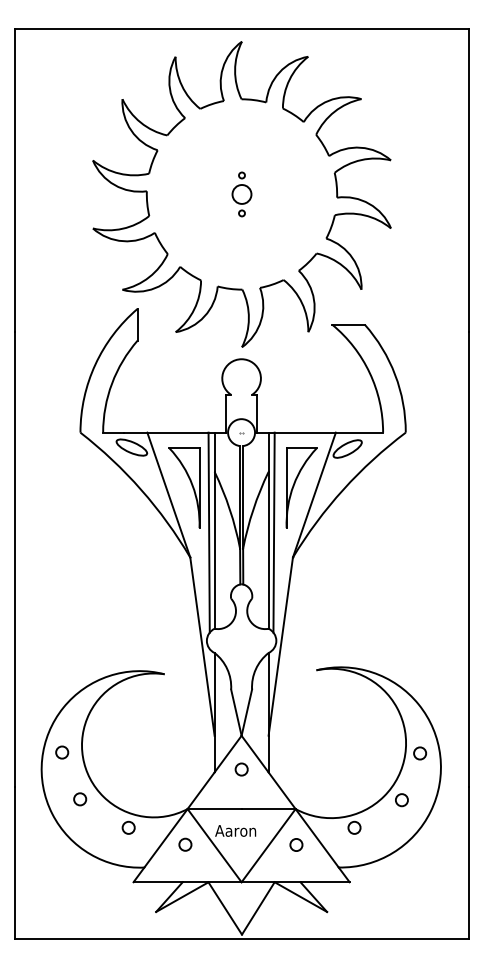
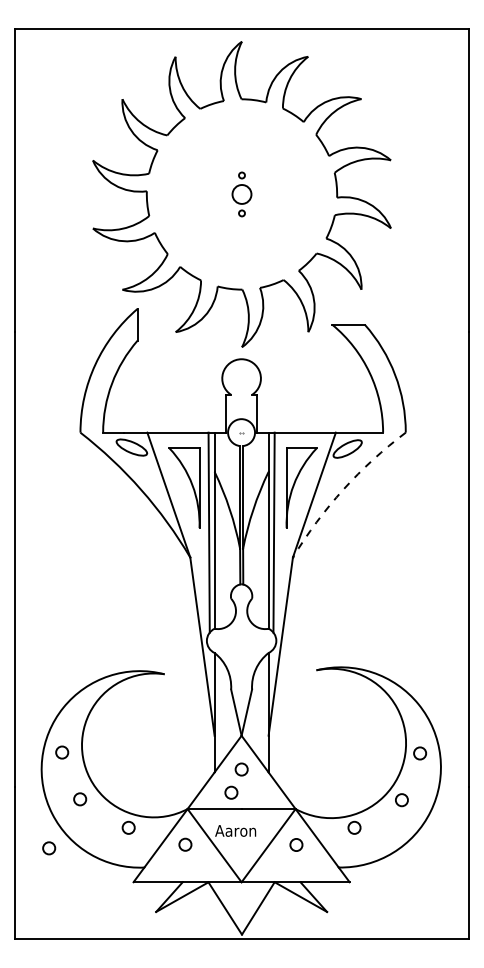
arc at (343, 489): solid -> dashed
circle at (231, 792): none -> present
circle at (49, 848): none -> present
